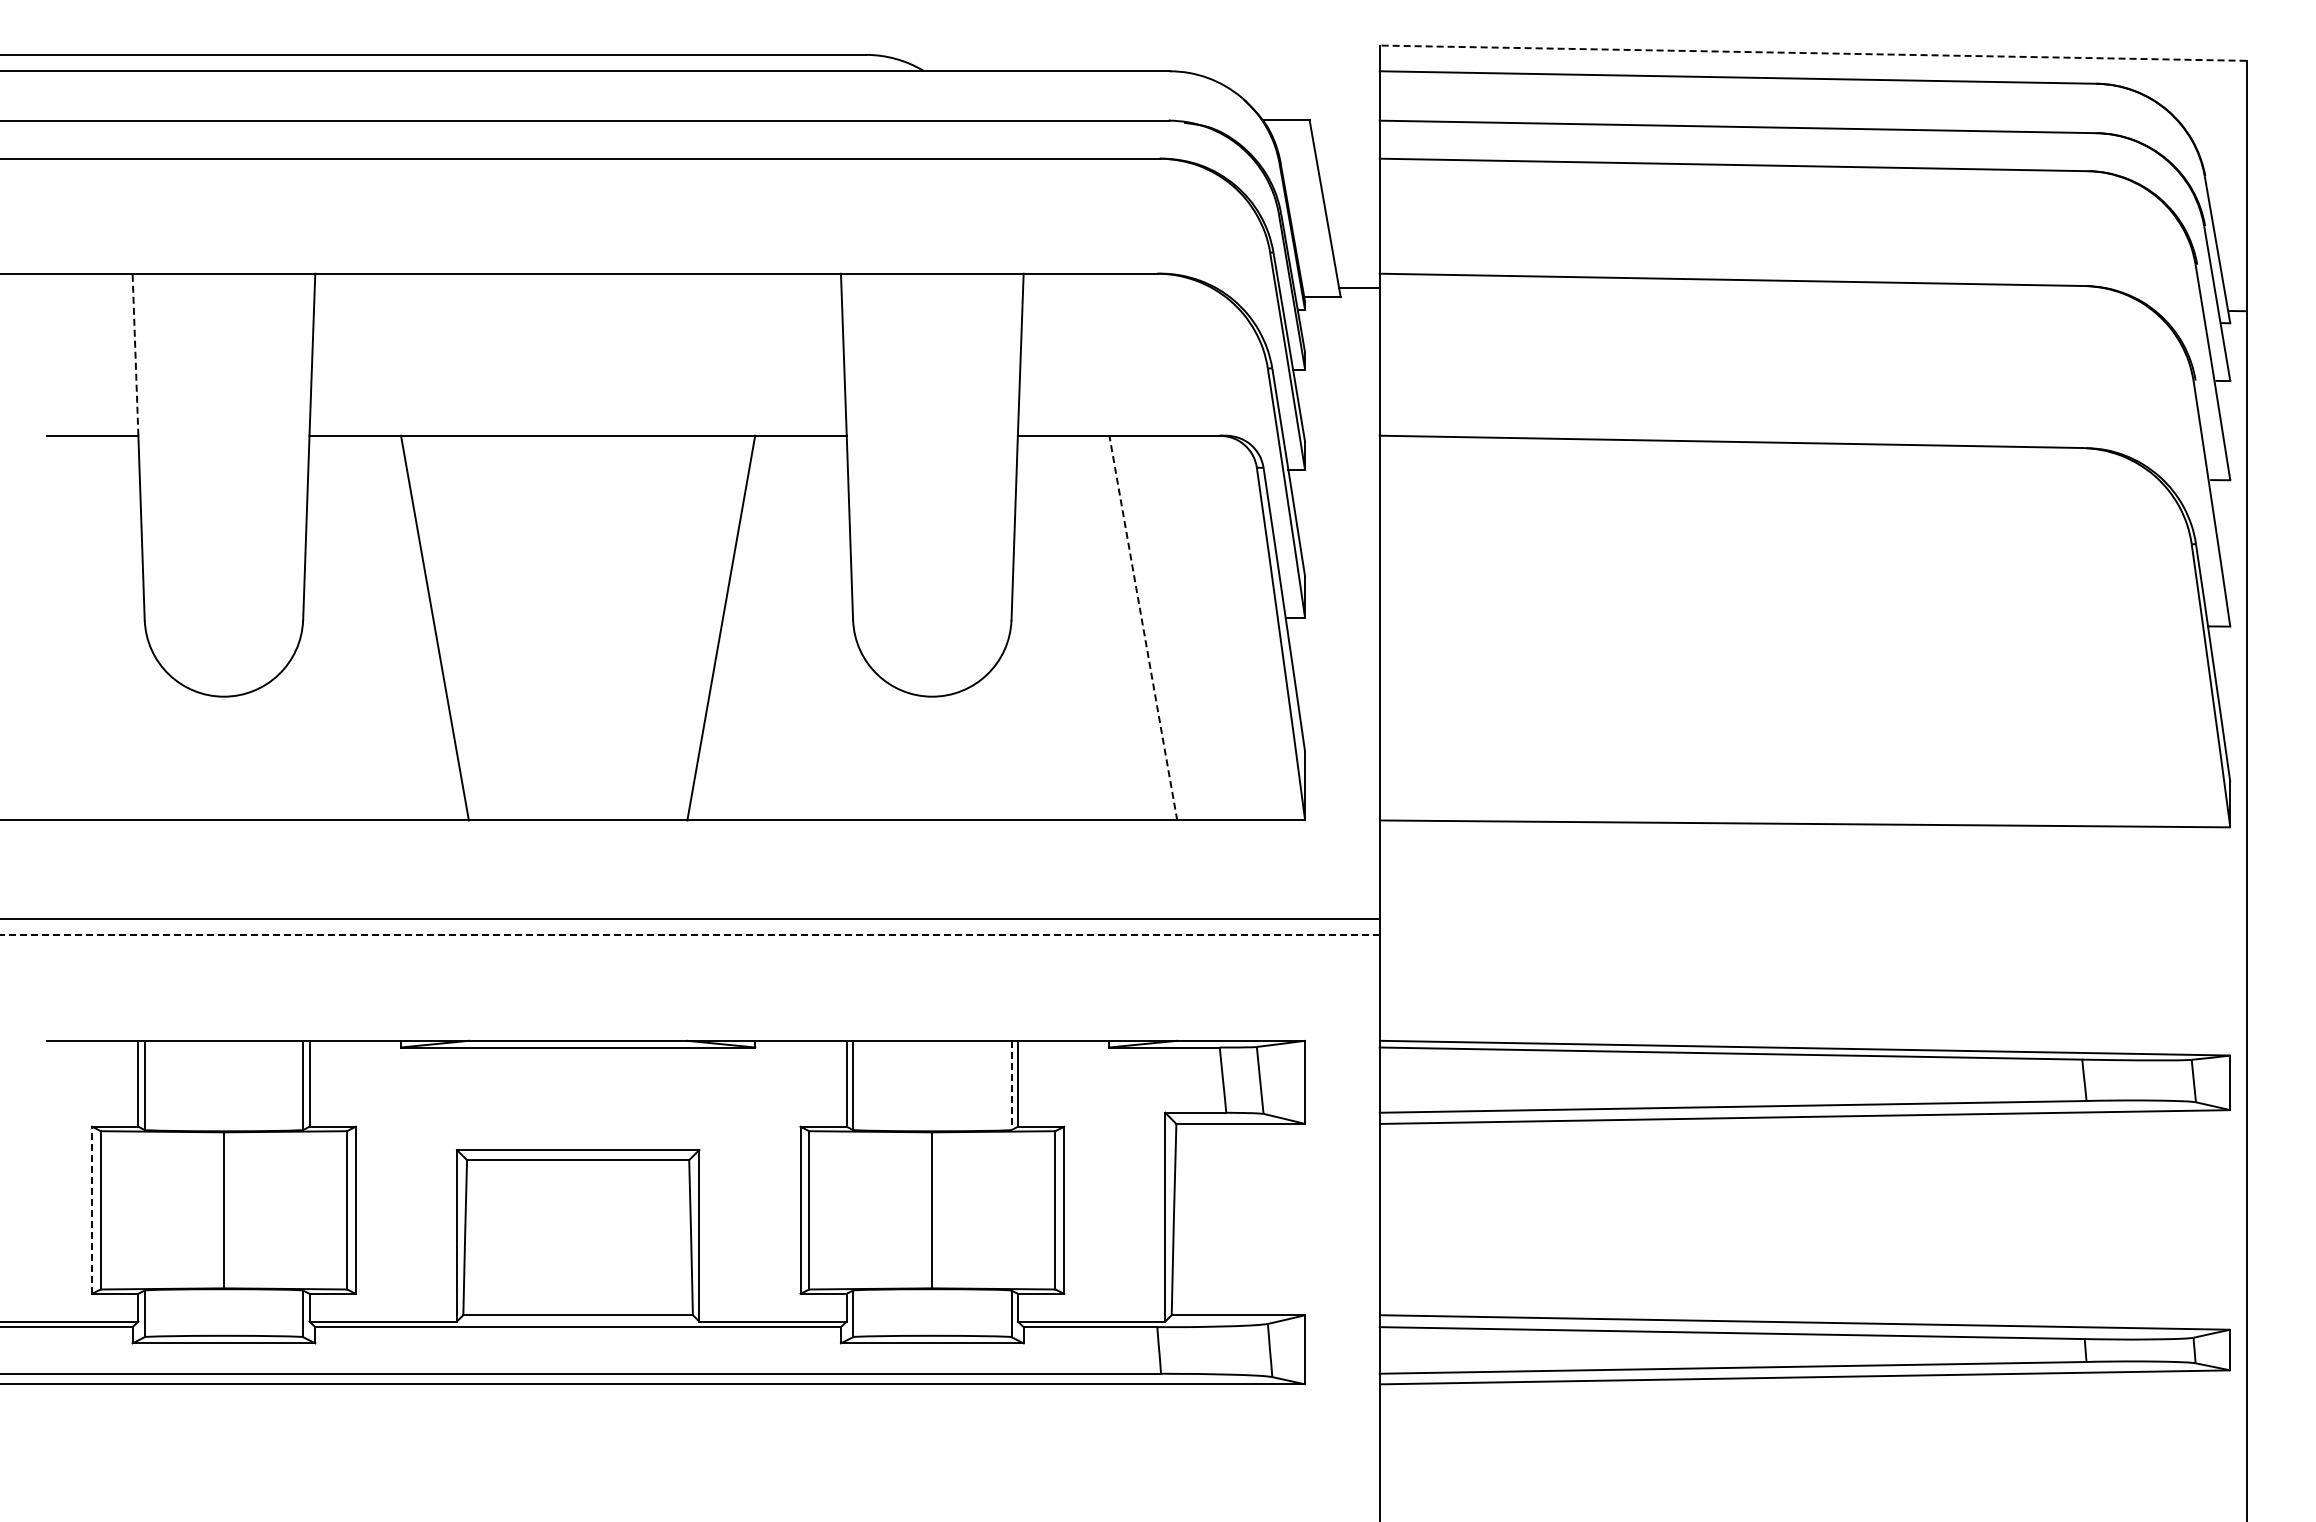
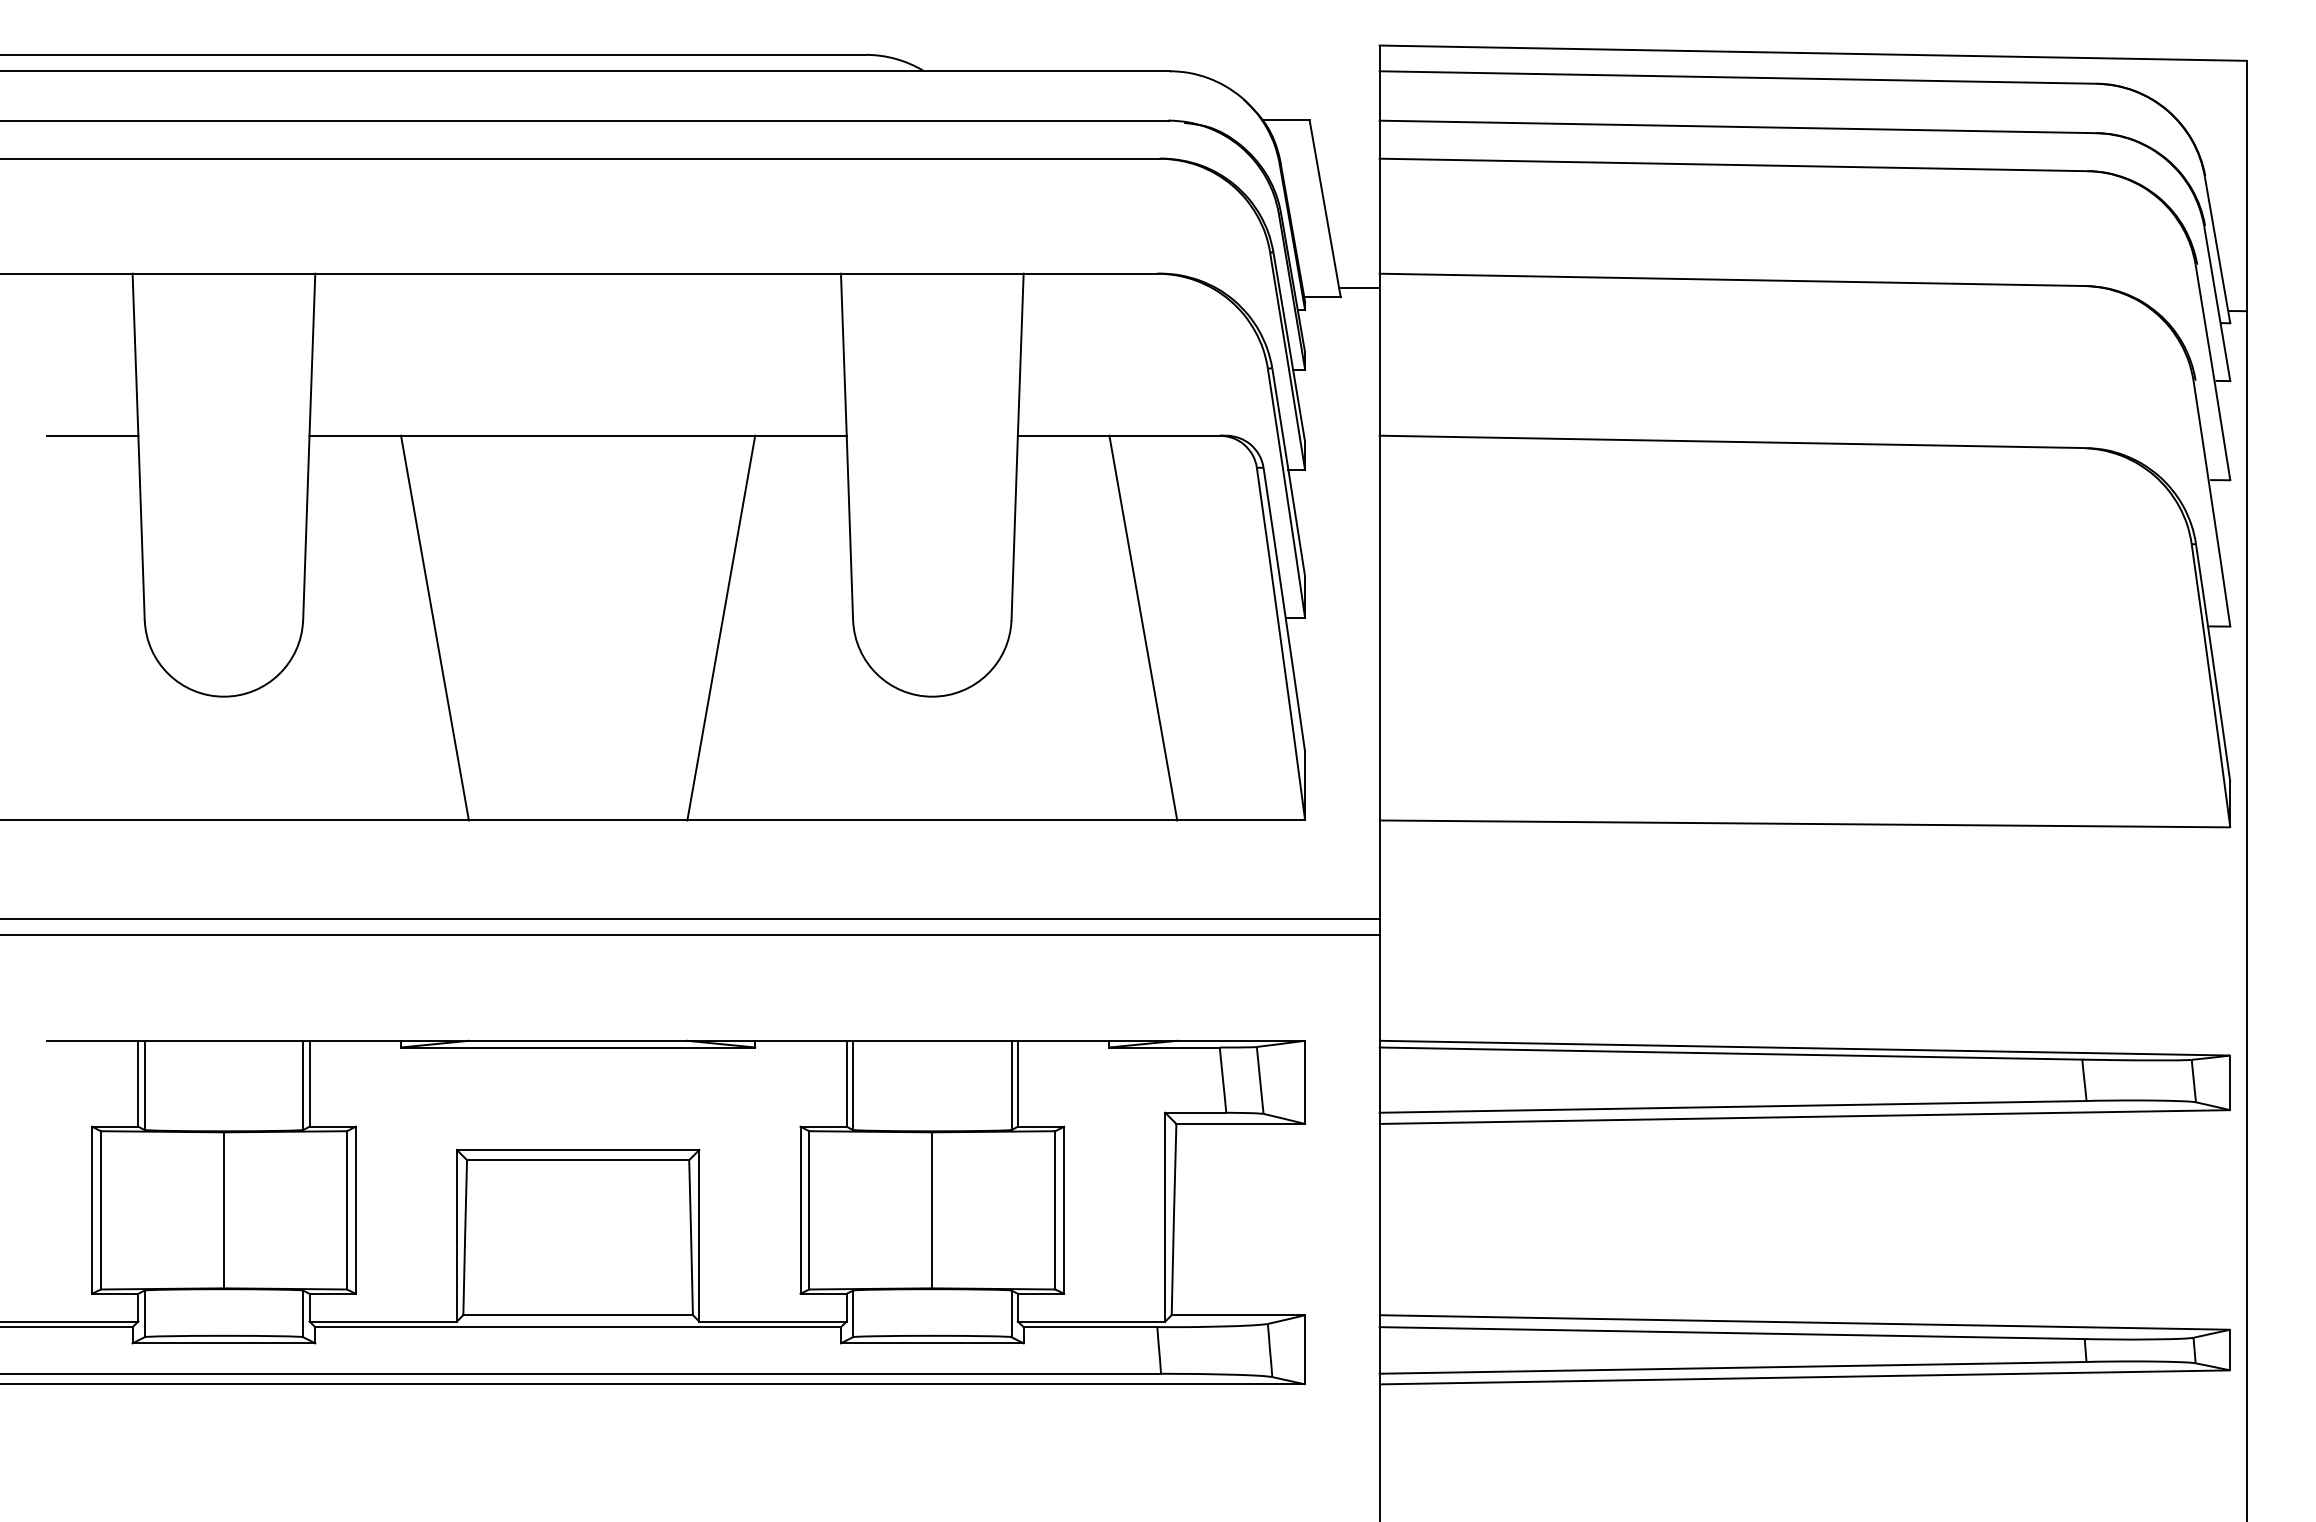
line at (1812, 53): dashed -> solid
line at (135, 354): dashed -> solid
line at (1143, 627): dashed -> solid
line at (689, 934): dashed -> solid
line at (1011, 1085): dashed -> solid
line at (92, 1210): dashed -> solid
